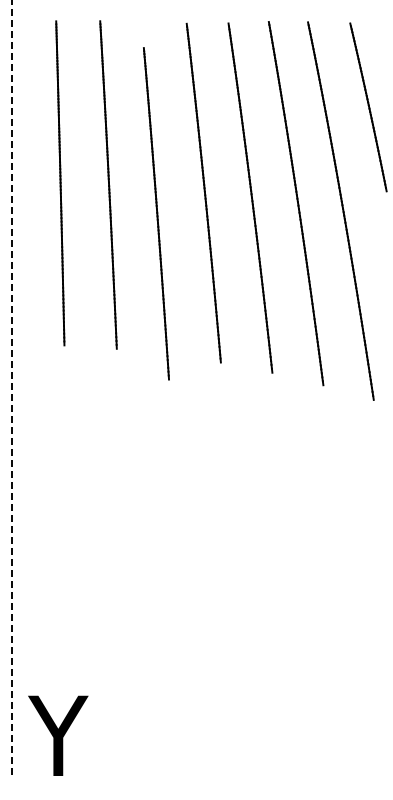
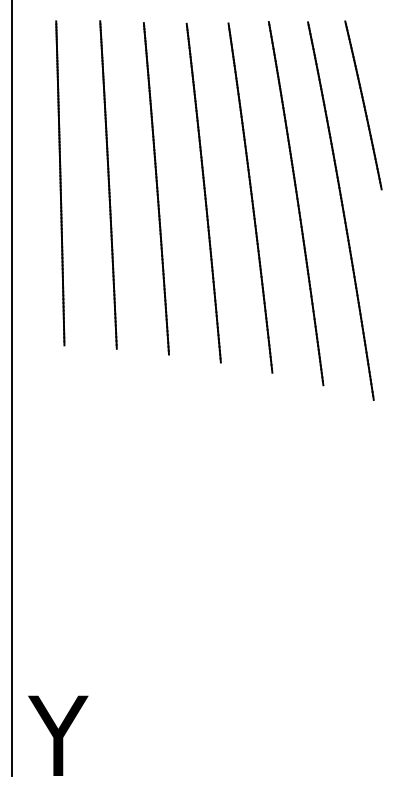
line at (368, 107) position: (368, 107) -> (363, 105)
line at (156, 213) position: (156, 213) -> (156, 188)
line at (11, 388): dashed -> solid
